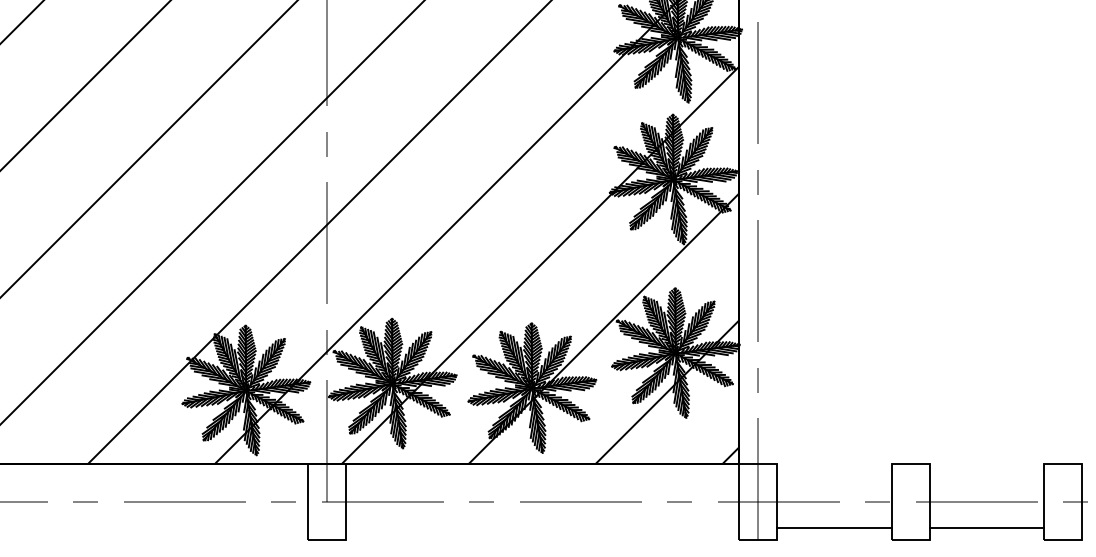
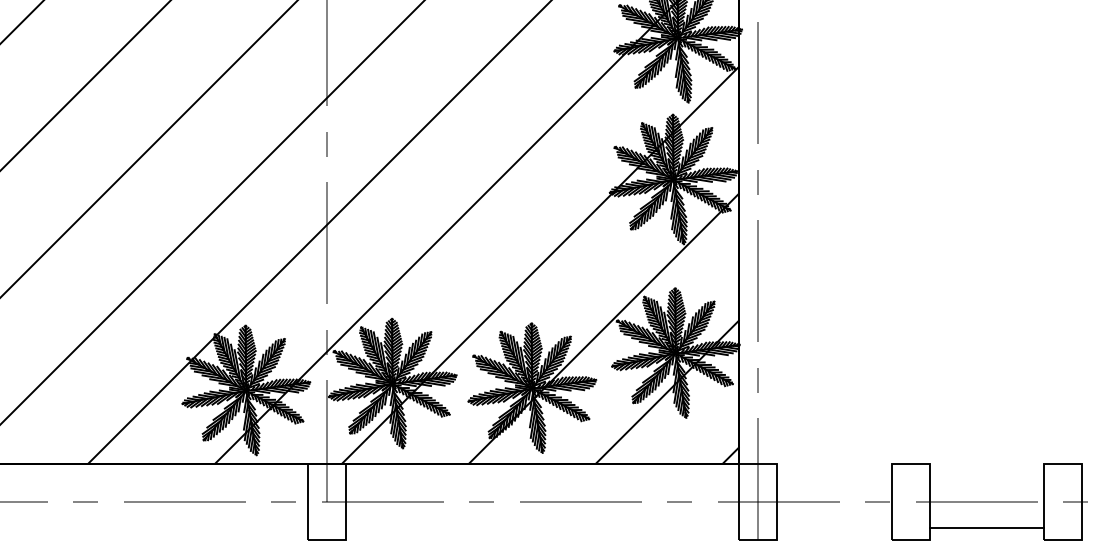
line at (834, 527): present -> none
